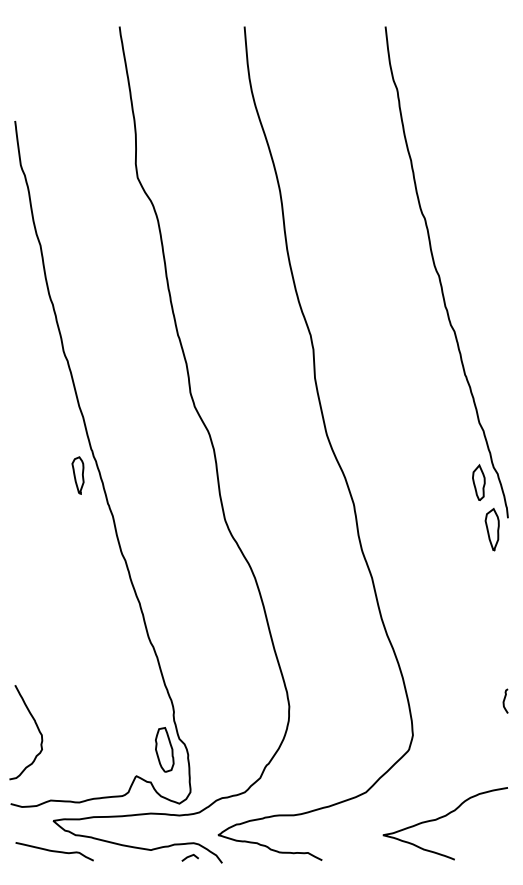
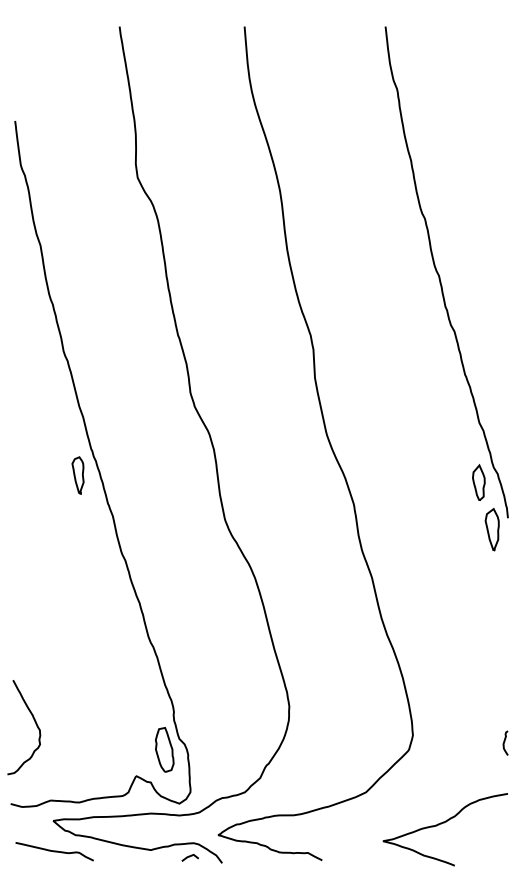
curve at (505, 699) position: (505, 699) -> (505, 741)
curve at (36, 727) position: (36, 727) -> (34, 722)
curve at (441, 818) position: (441, 818) -> (441, 824)
